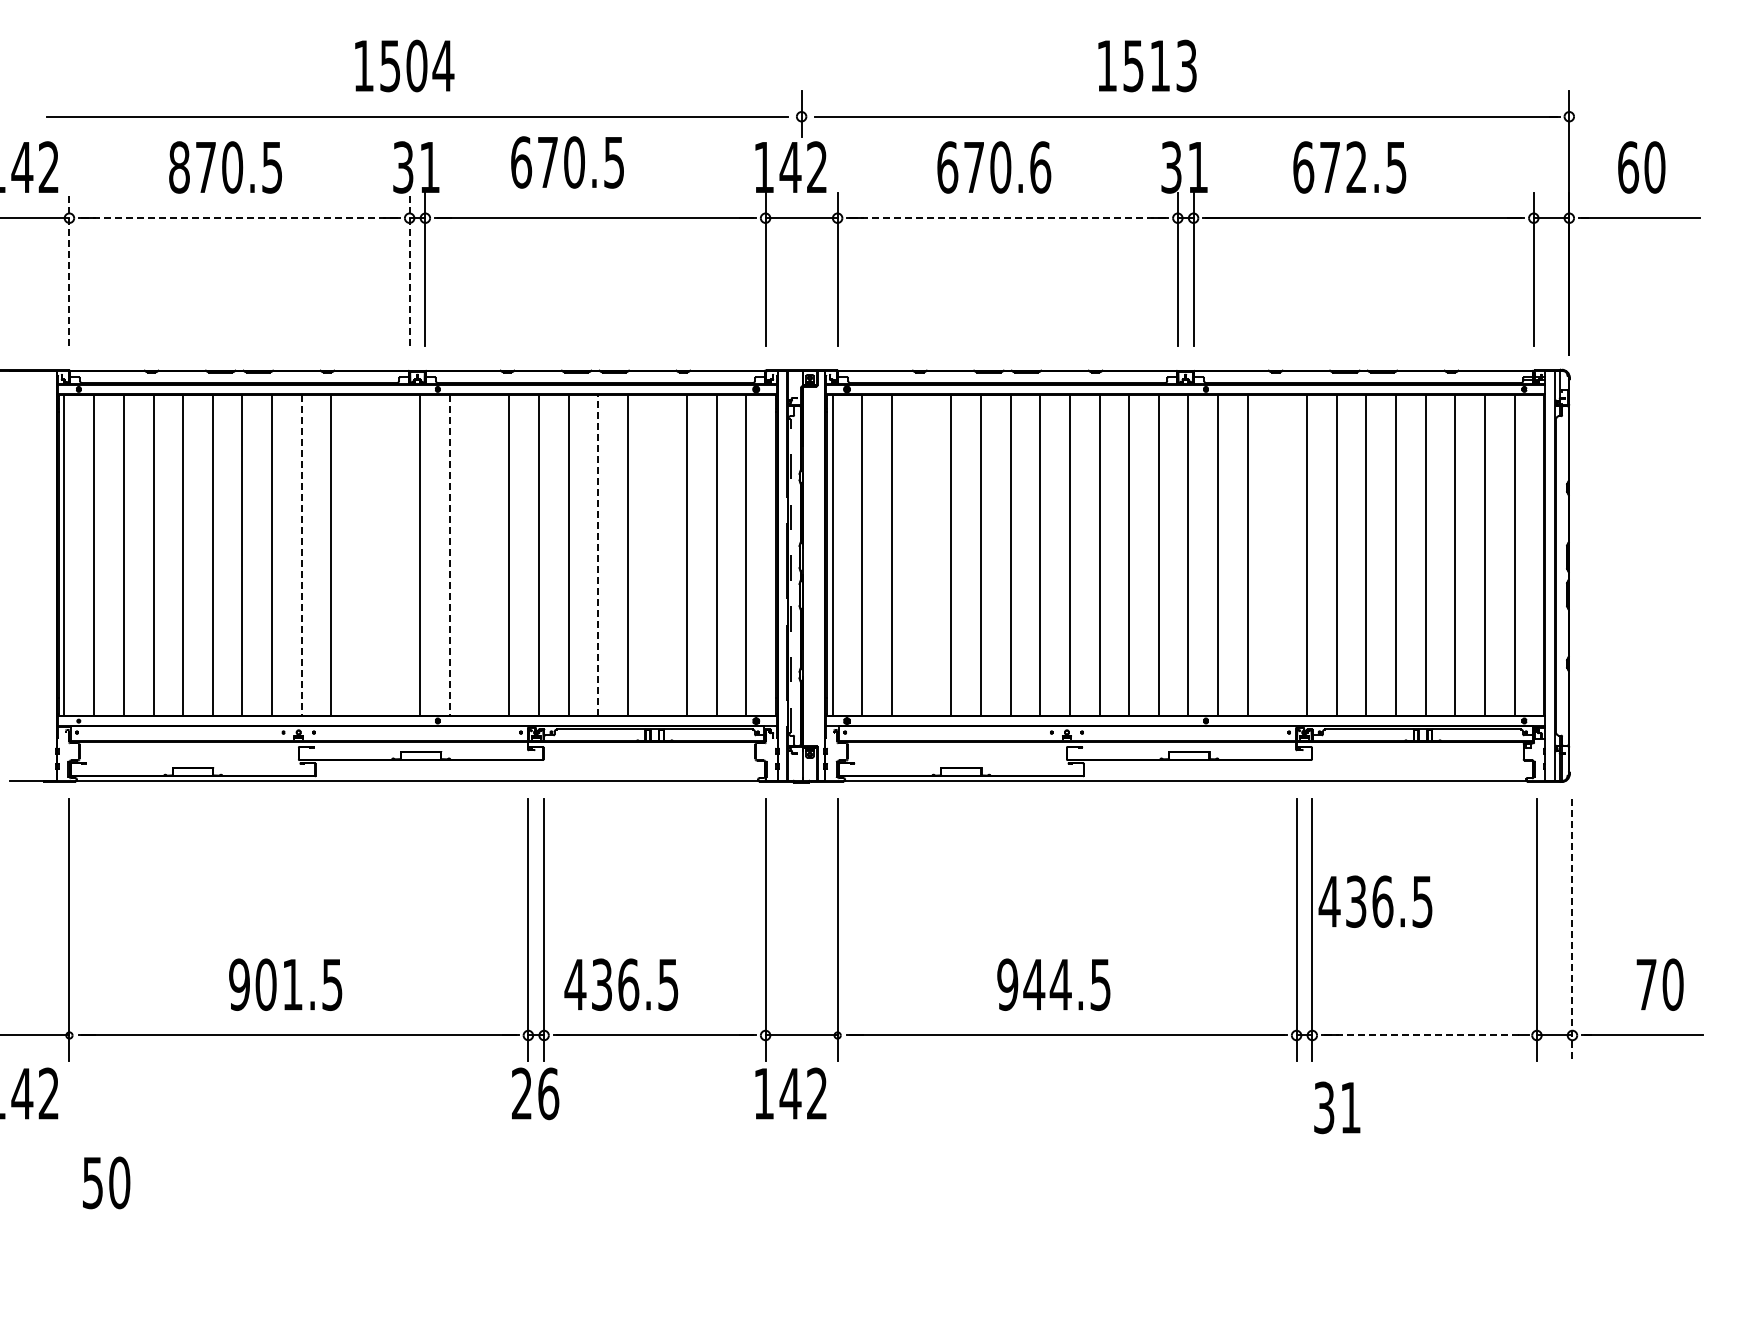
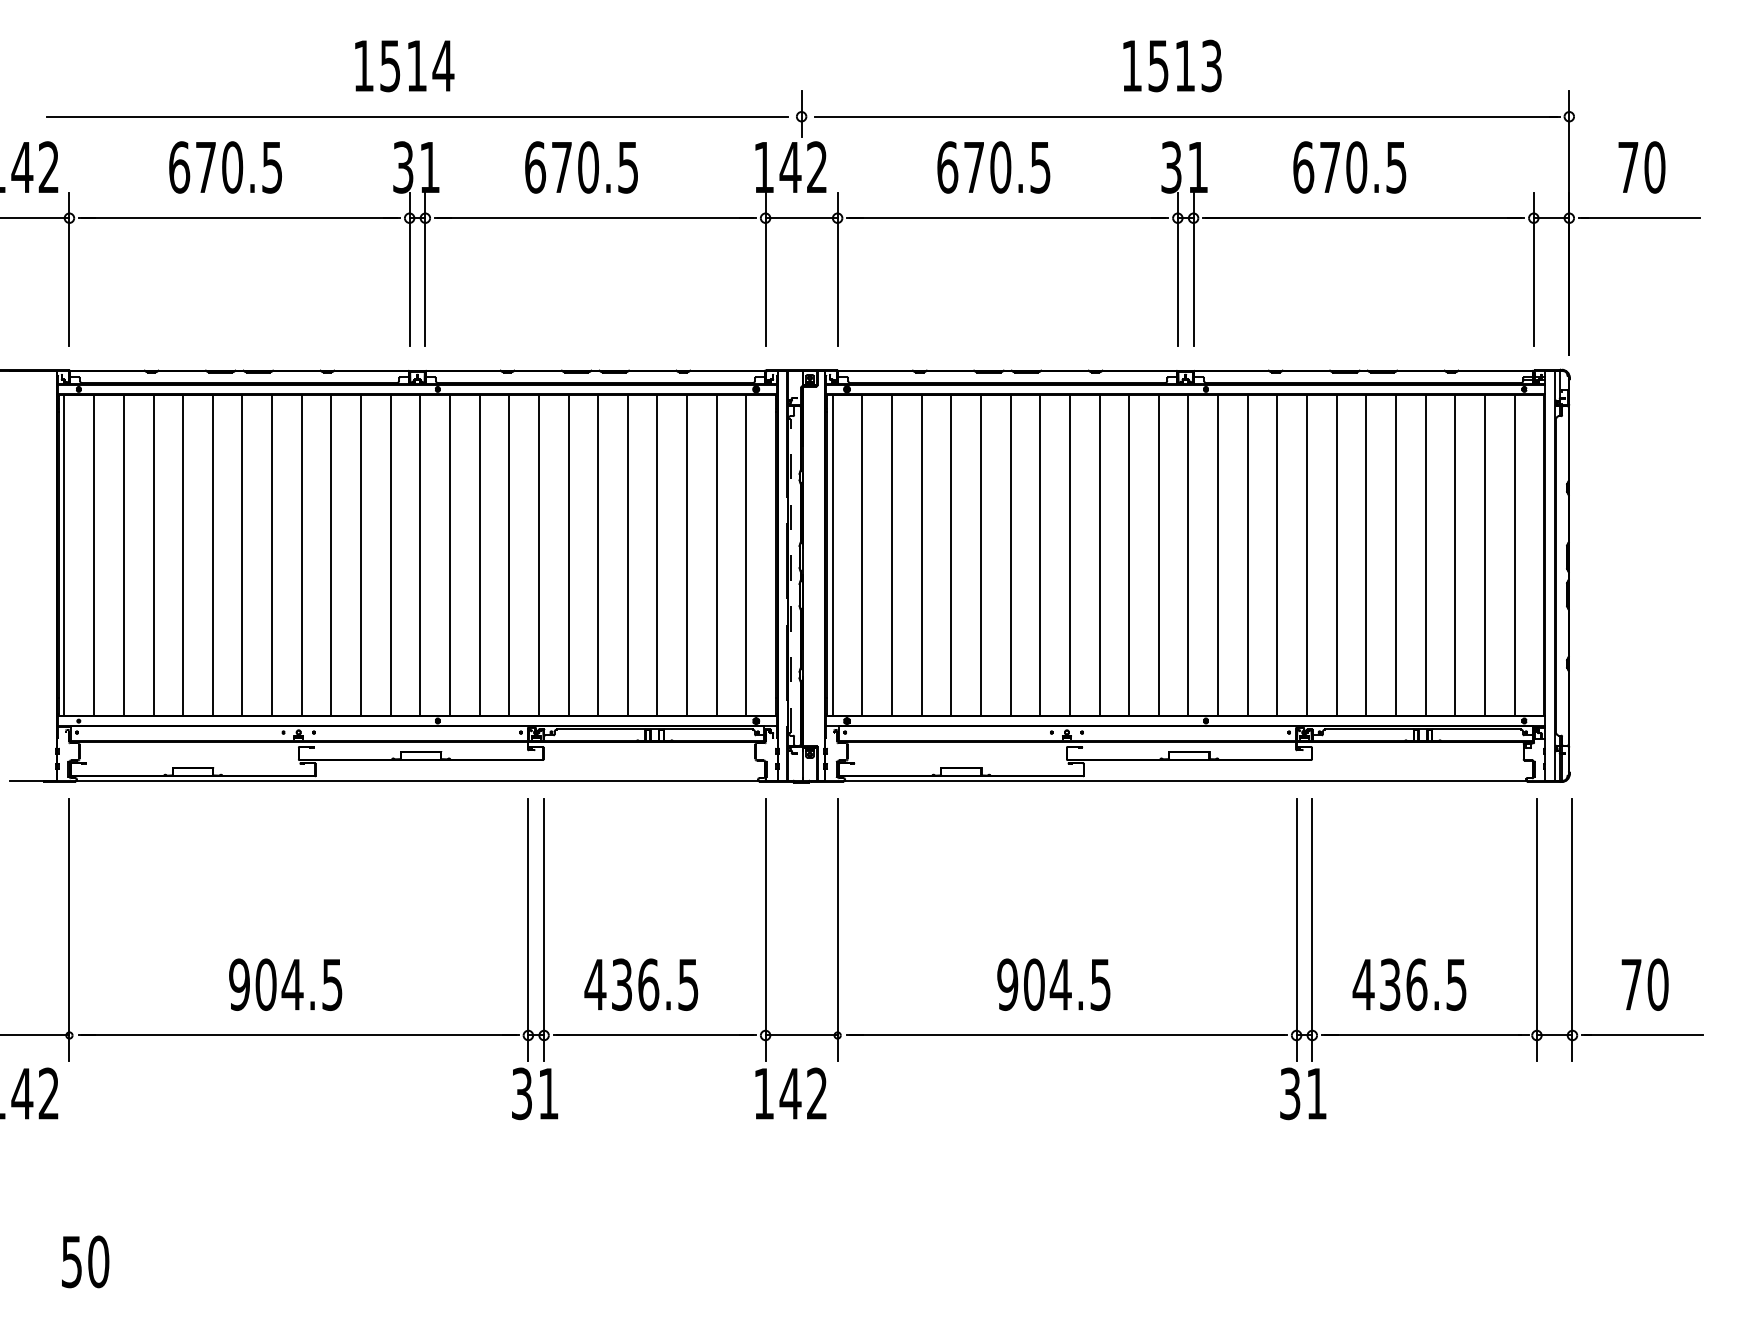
text at (416, 65): 1504 -> 1514
text at (1147, 65) position: (1147, 65) -> (1172, 65)
text at (567, 162) position: (567, 162) -> (581, 167)
text at (179, 167): 870.5 -> 670.5
text at (1040, 167): 670.6 -> 670.5
text at (1356, 167): 672.5 -> 670.5
text at (1628, 167): 60 -> 70
line at (240, 218): dashed -> solid
line at (1008, 218): dashed -> solid
line at (69, 269): dashed -> solid
line at (409, 269): dashed -> solid
line at (361, 554): none -> present
line at (390, 554): none -> present
line at (479, 554): none -> present
line at (657, 554): none -> present
line at (921, 554): none -> present
line at (1277, 554): none -> present
line at (301, 555): dashed -> solid
line at (449, 555): dashed -> solid
line at (598, 555): dashed -> solid
text at (1375, 901) position: (1375, 901) -> (1409, 984)
line at (1572, 929): dashed -> solid
text at (292, 984): 901.5 -> 904.5
text at (621, 984) position: (621, 984) -> (641, 984)
text at (1034, 984): 944.5 -> 904.5
text at (1659, 984) position: (1659, 984) -> (1644, 984)
line at (1423, 1035): dashed -> solid
text at (535, 1093): 26 -> 31
text at (1337, 1107) position: (1337, 1107) -> (1303, 1093)
text at (106, 1182) position: (106, 1182) -> (85, 1261)
